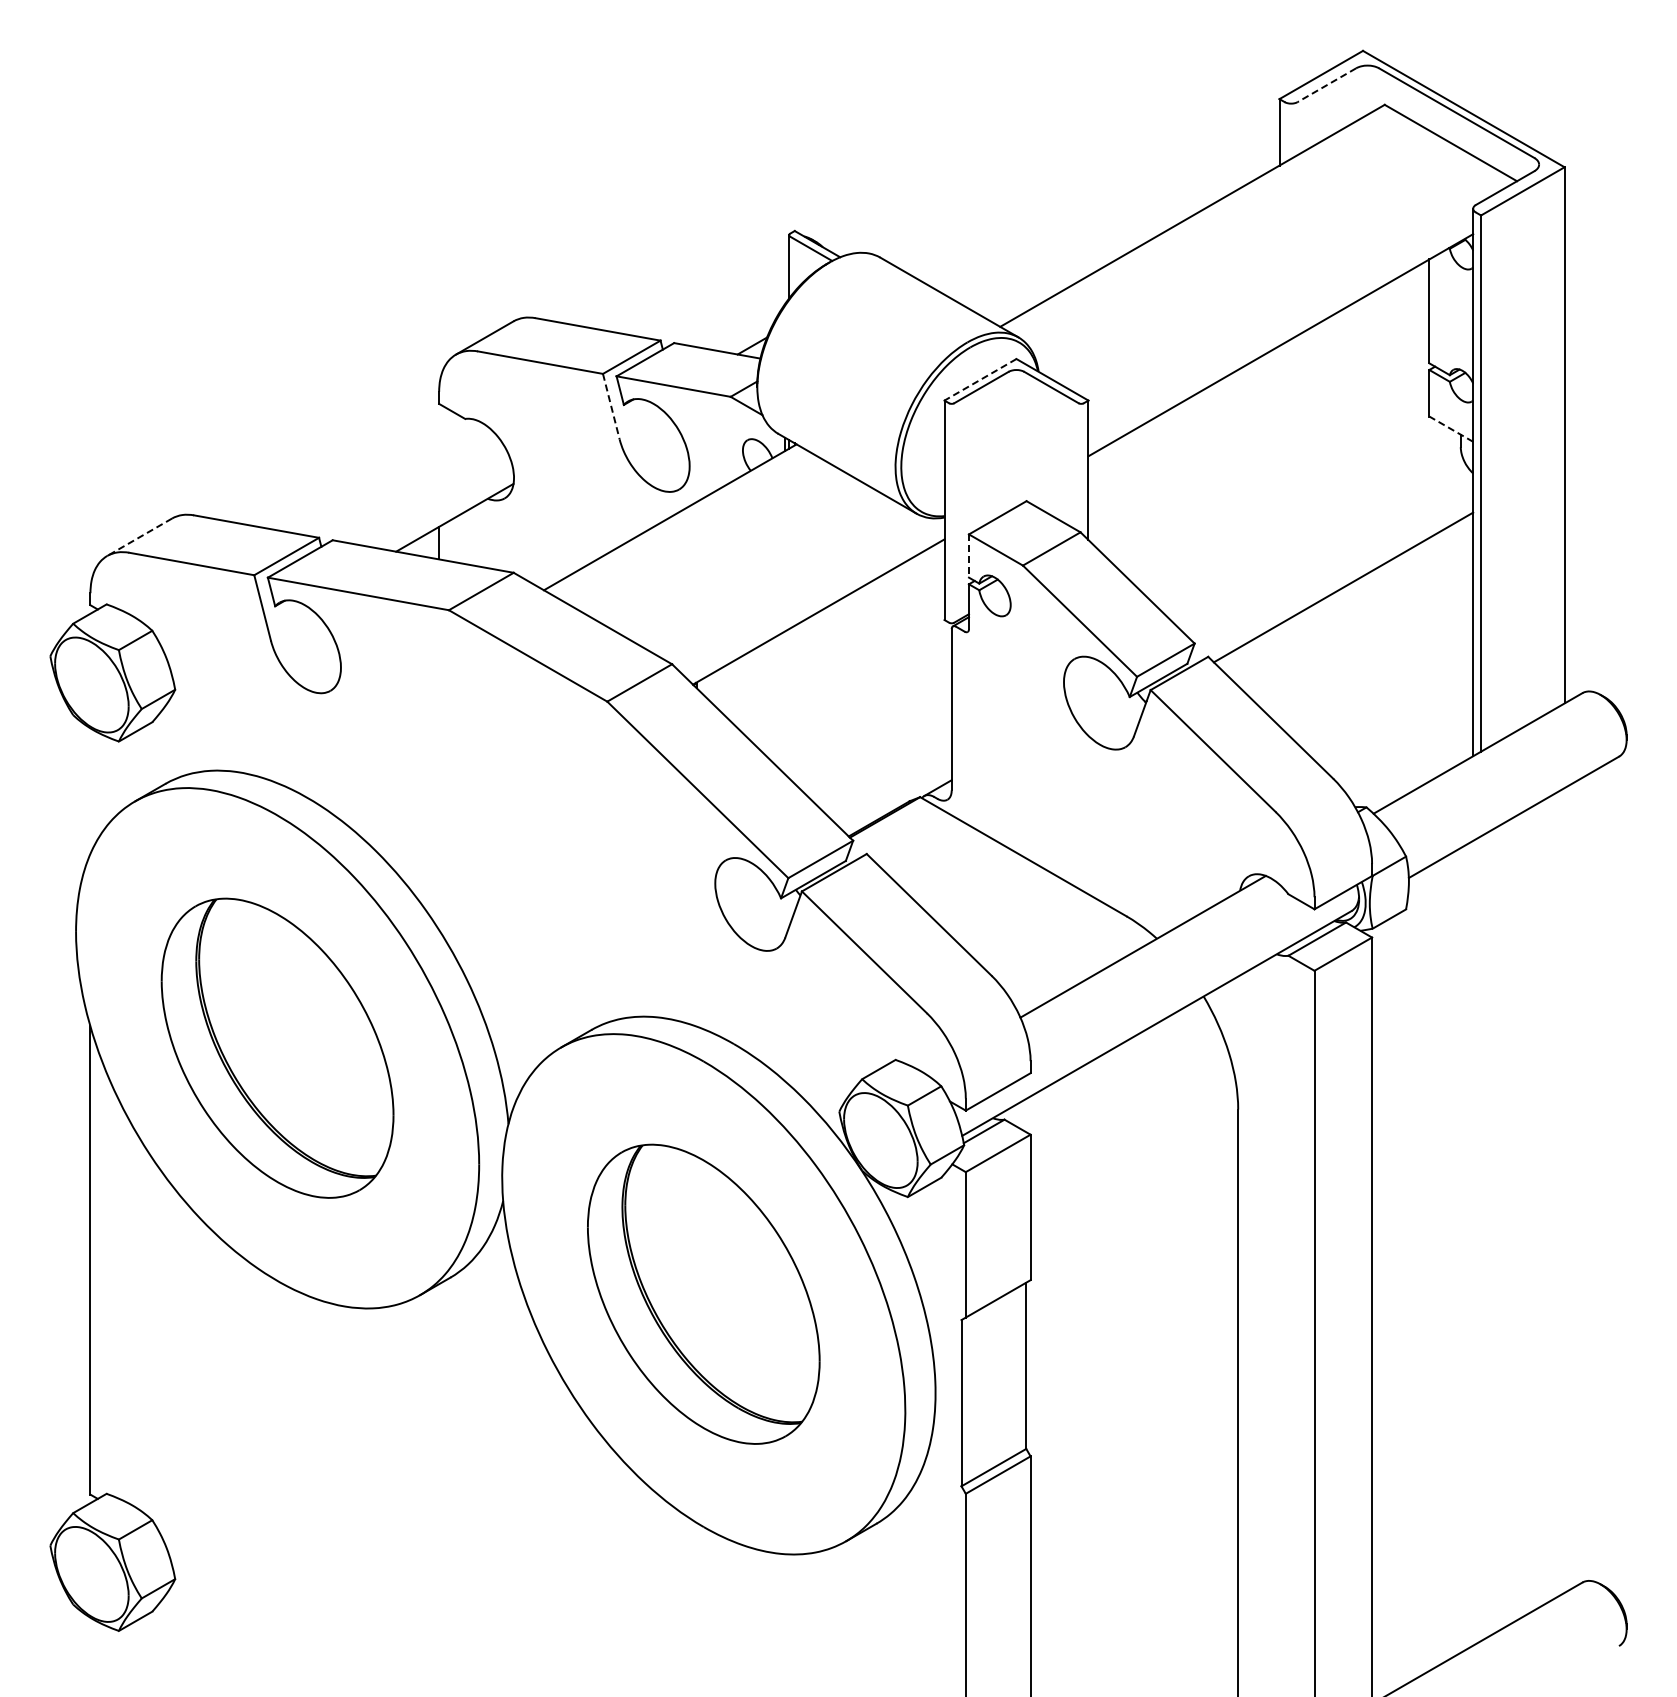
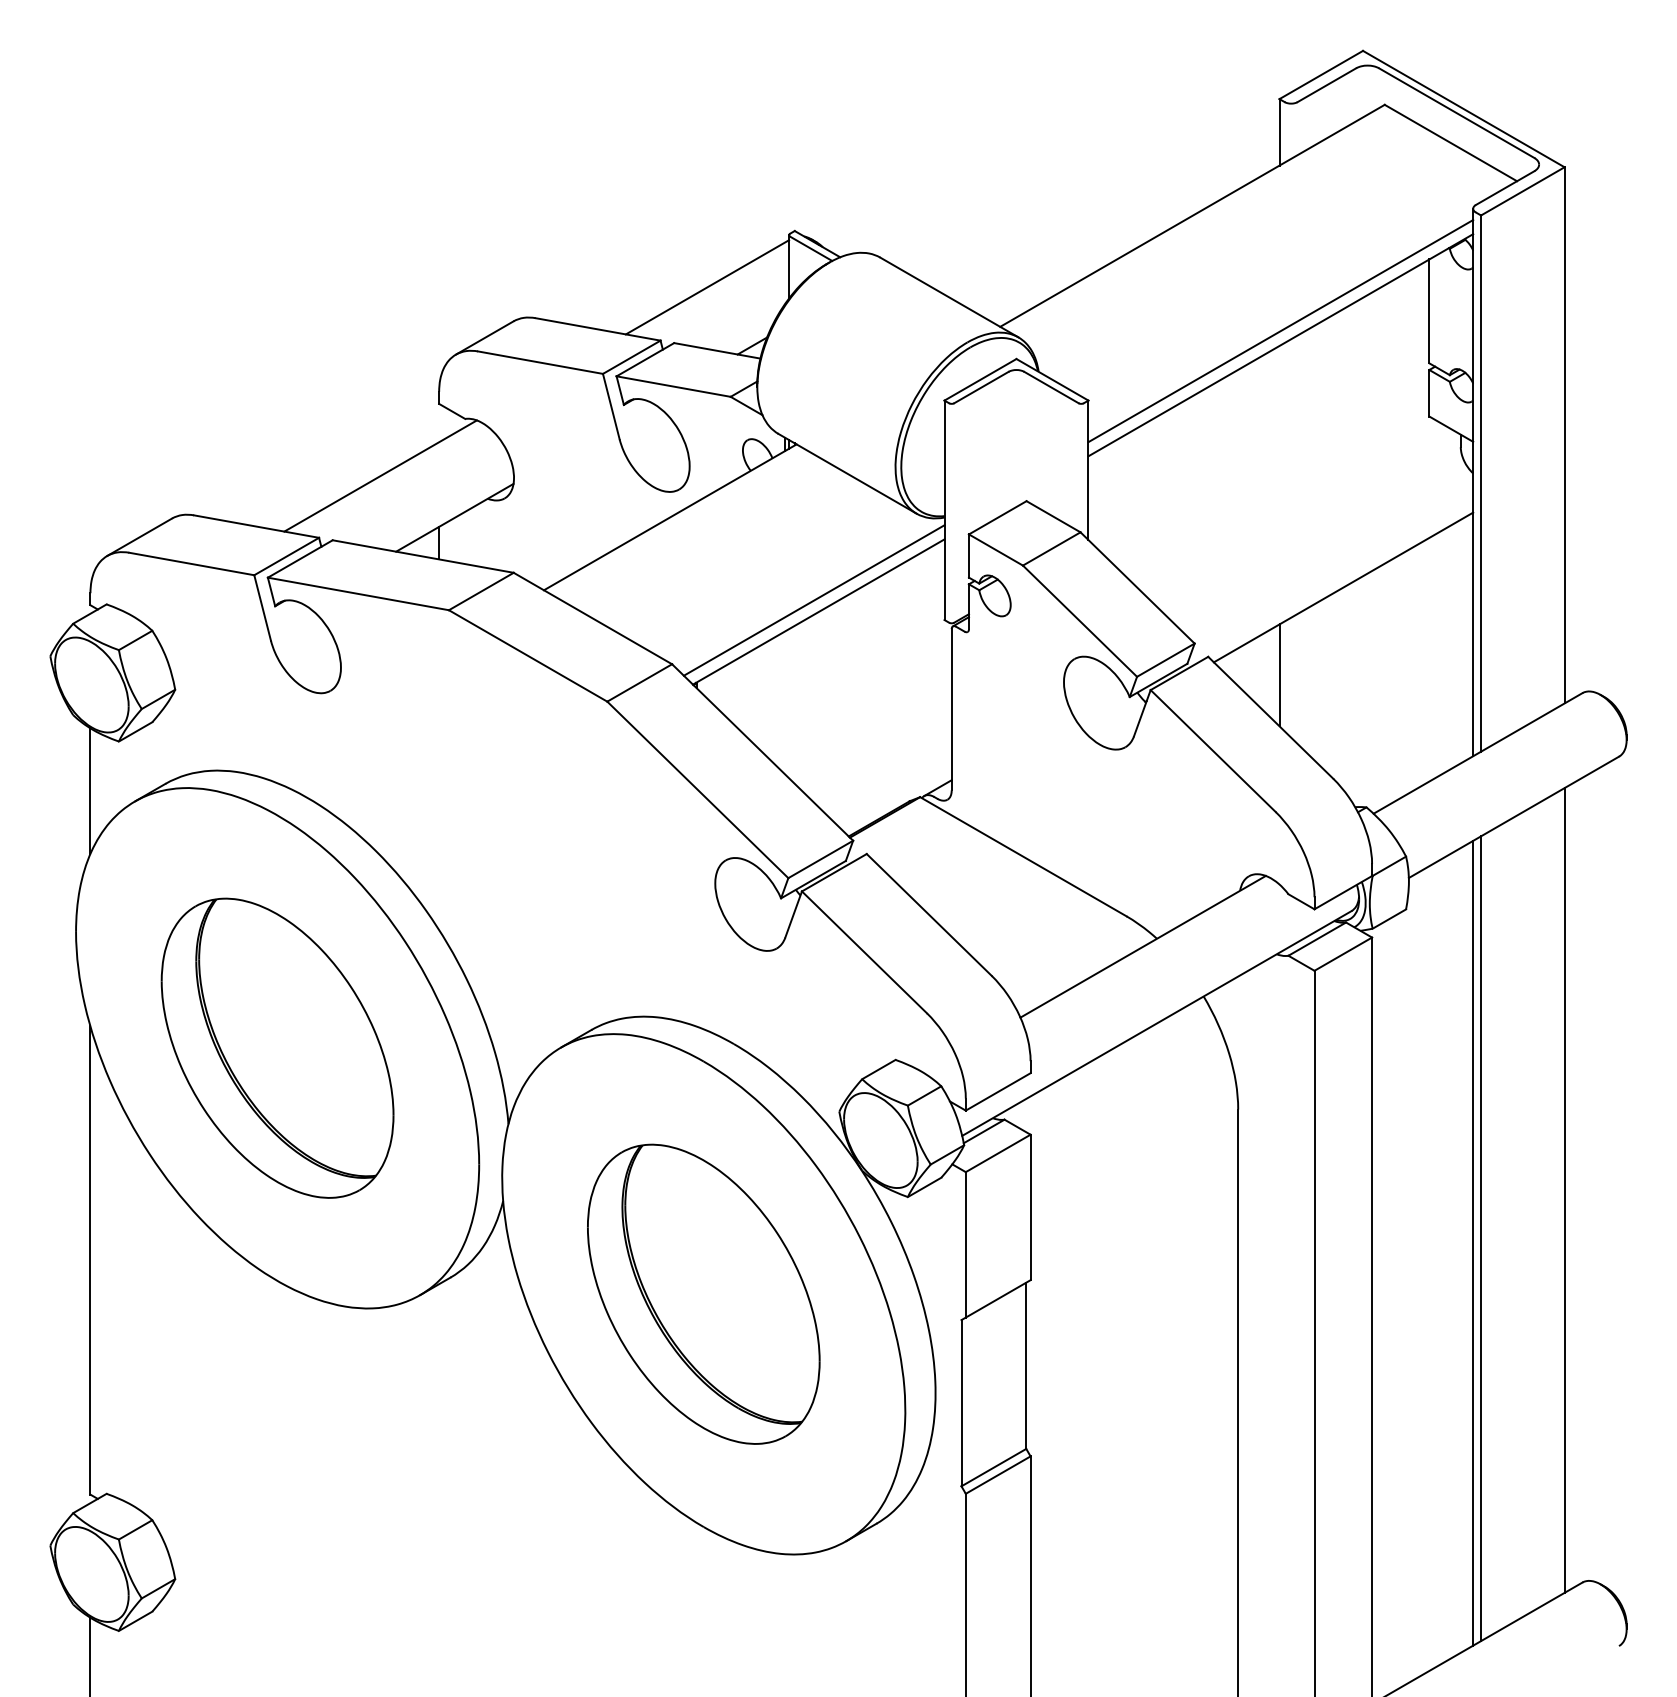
line at (1326, 85): dashed -> solid
line at (707, 287): none -> present
line at (1280, 331): none -> present
line at (980, 379): dashed -> solid
line at (611, 406): dashed -> solid
line at (1450, 428): dashed -> solid
line at (380, 475): none -> present
line at (139, 537): dashed -> solid
line at (968, 556): dashed -> solid
line at (813, 600): none -> present
line at (1279, 675): none -> present
line at (90, 790): none -> present
line at (1564, 1190): none -> present
line at (1481, 1238): none -> present
line at (1473, 1242): none -> present
line at (90, 1655): none -> present
